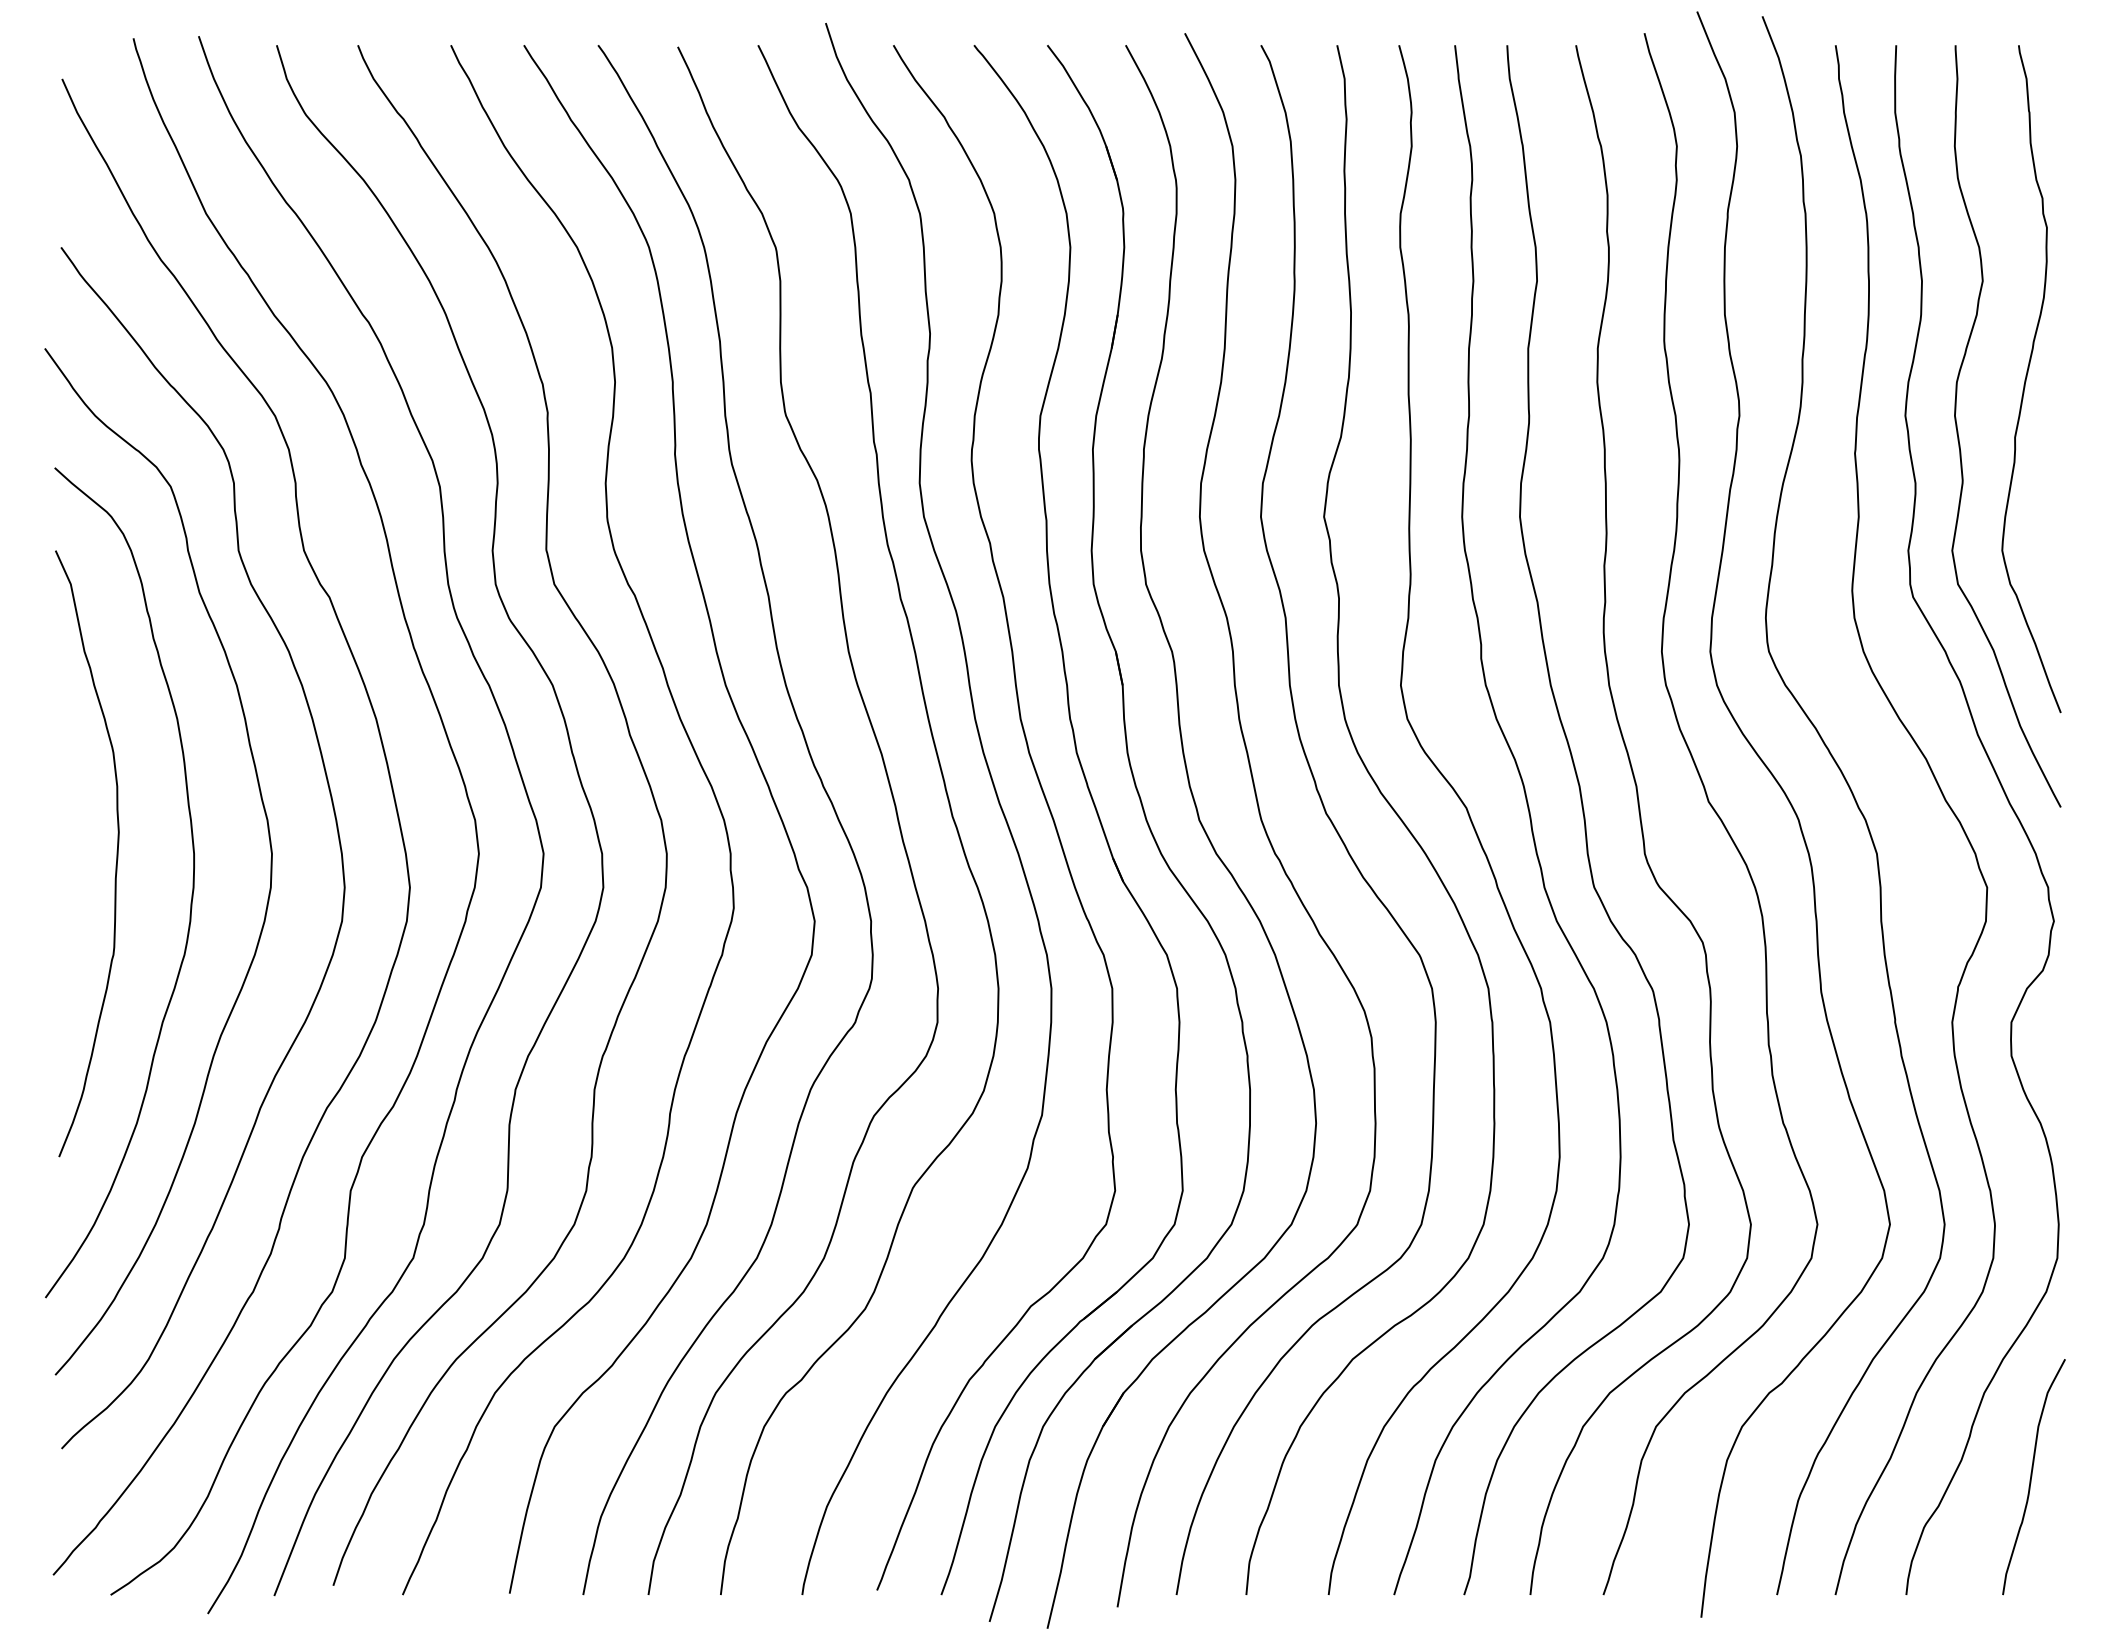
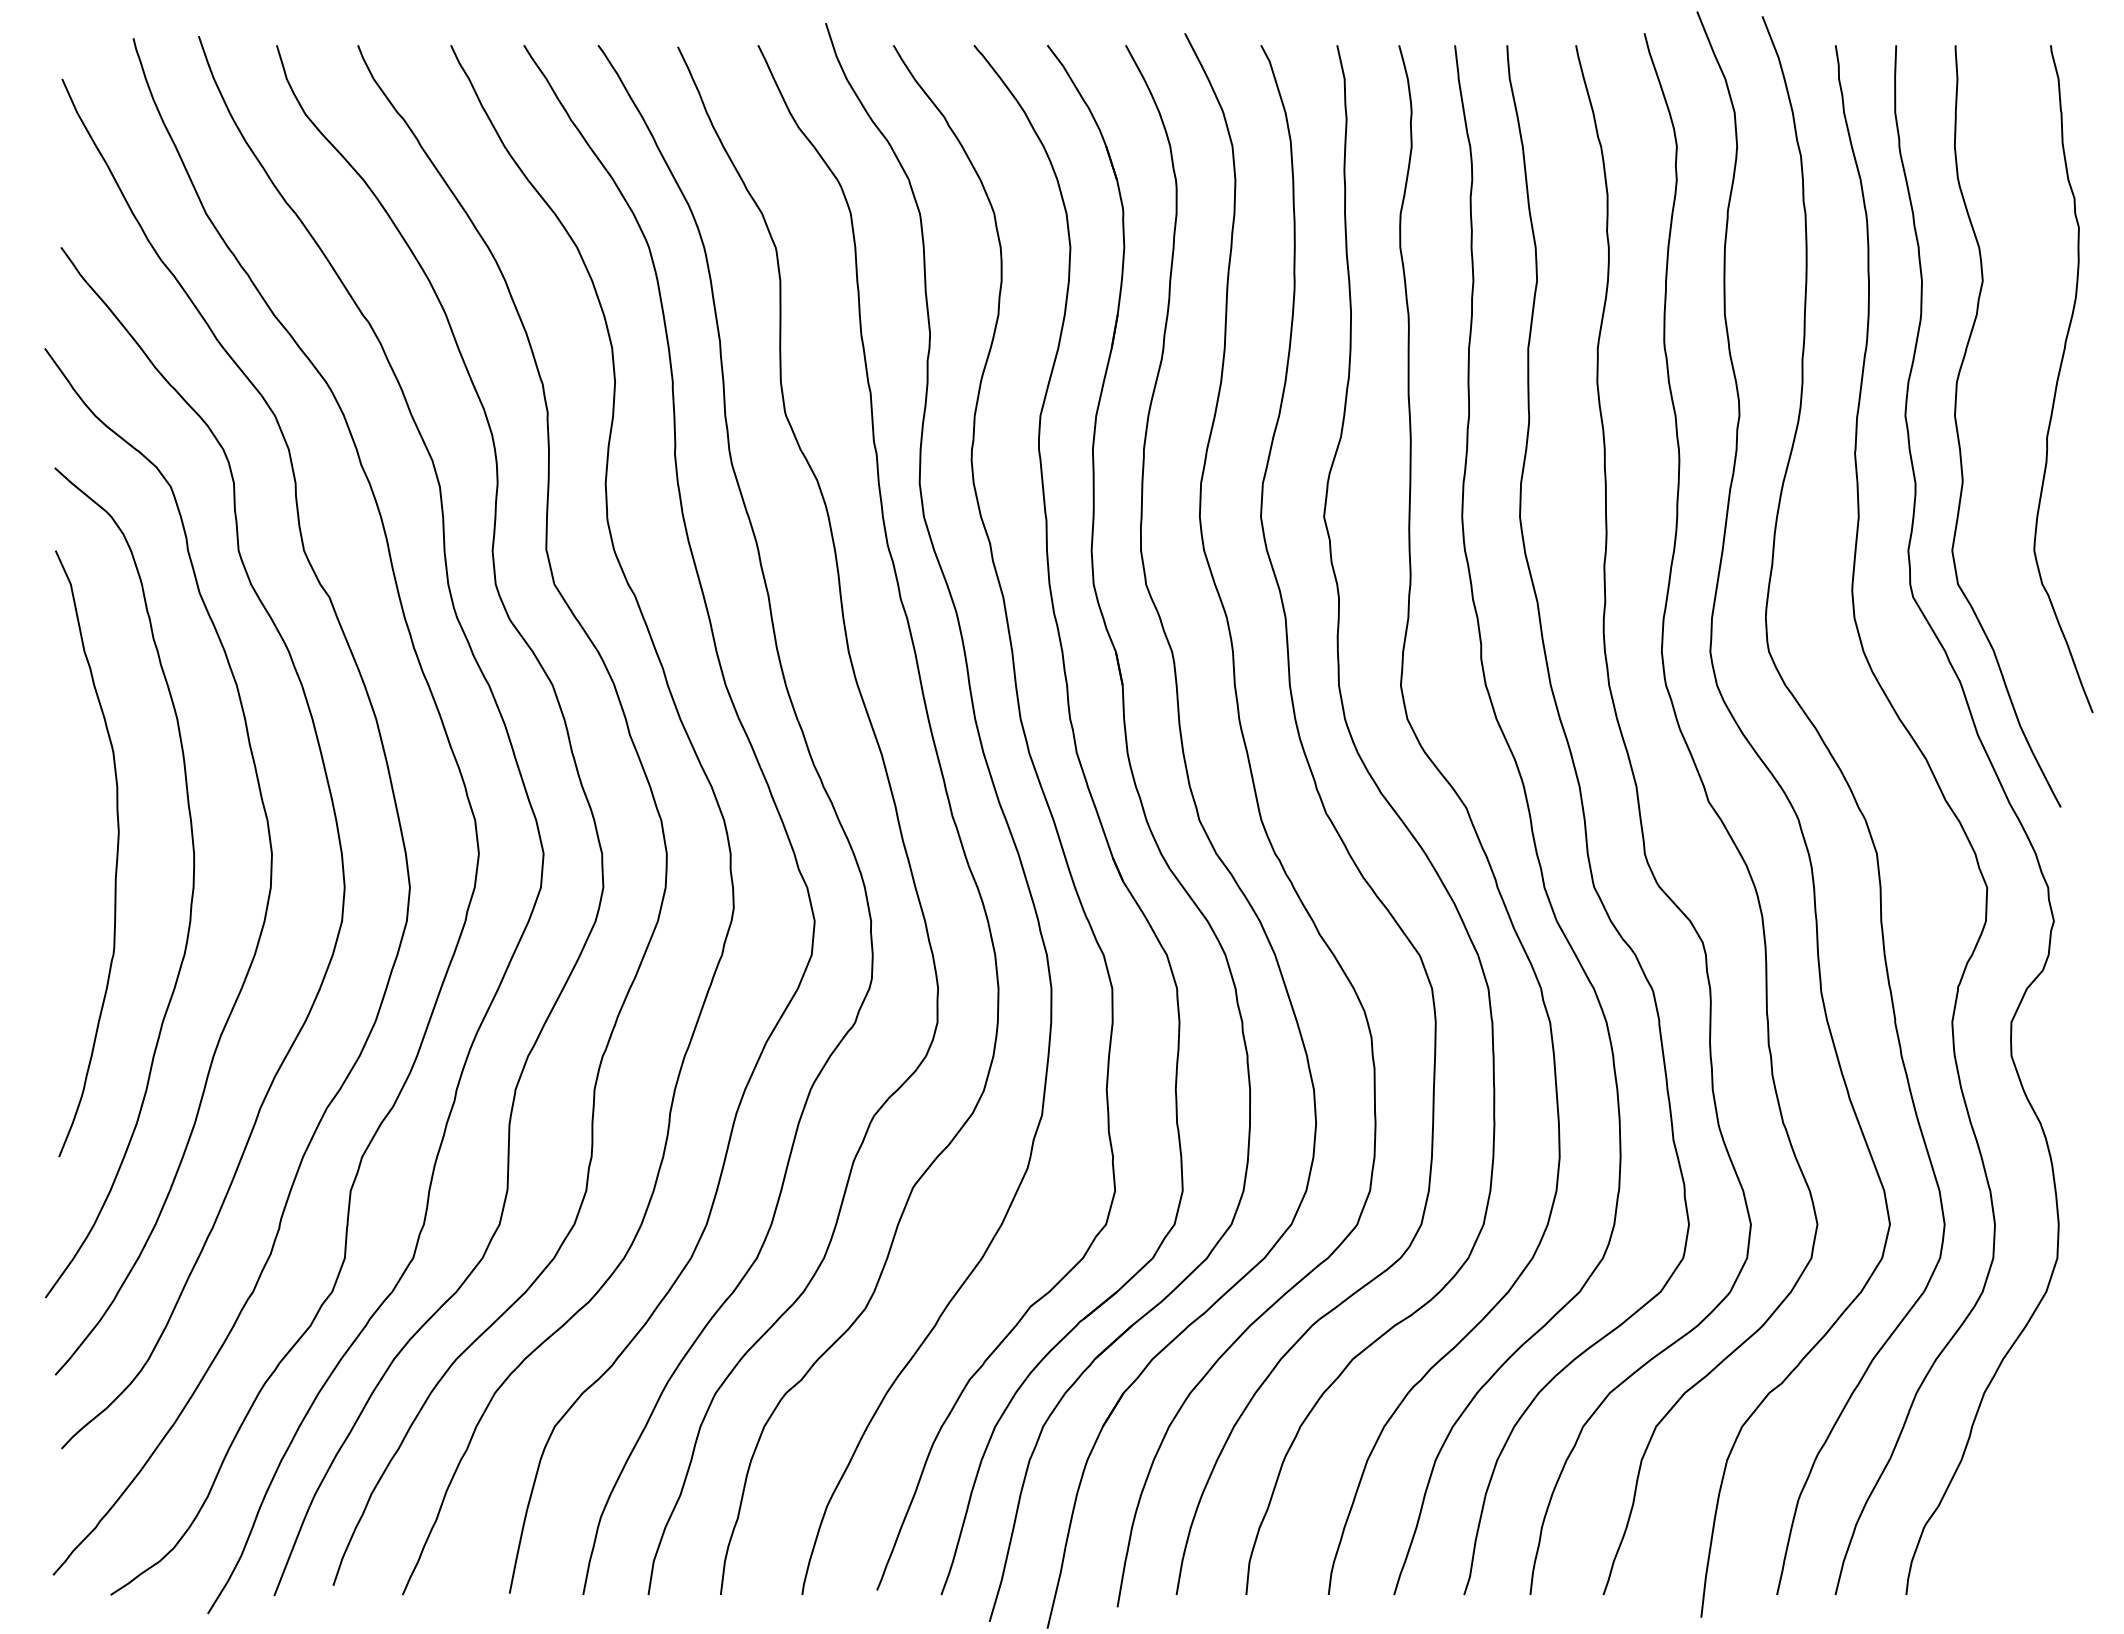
curve at (2027, 377) position: (2027, 377) -> (2059, 377)
curve at (2032, 1476): present -> none
